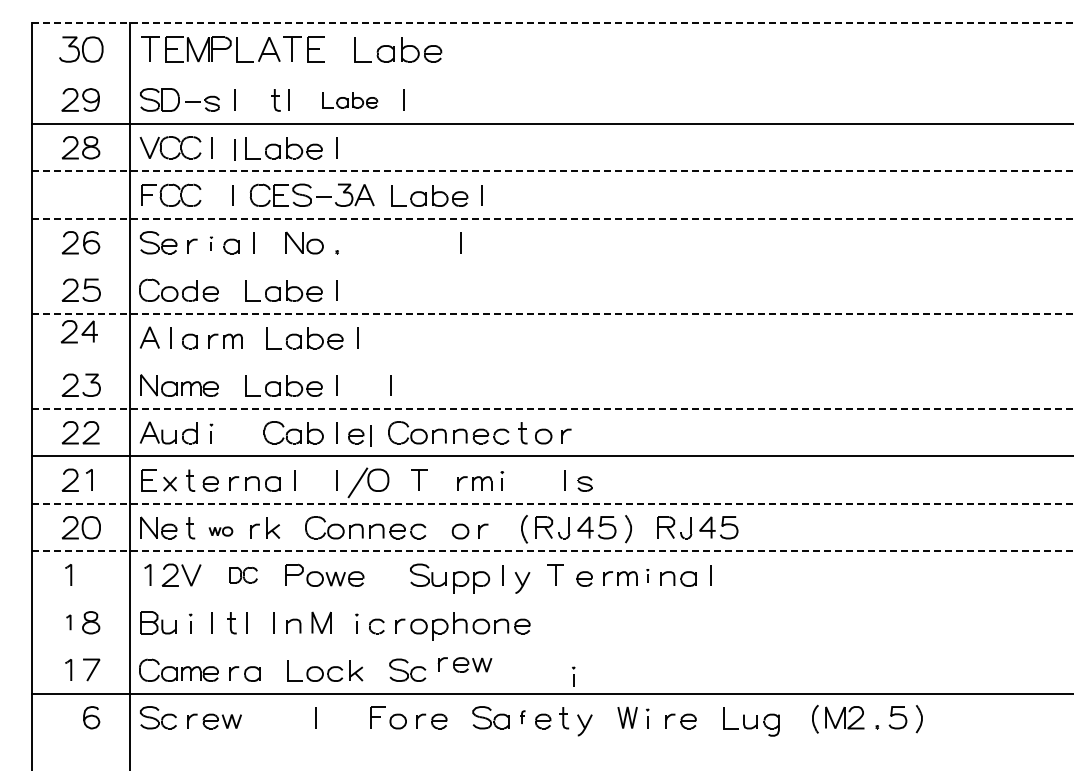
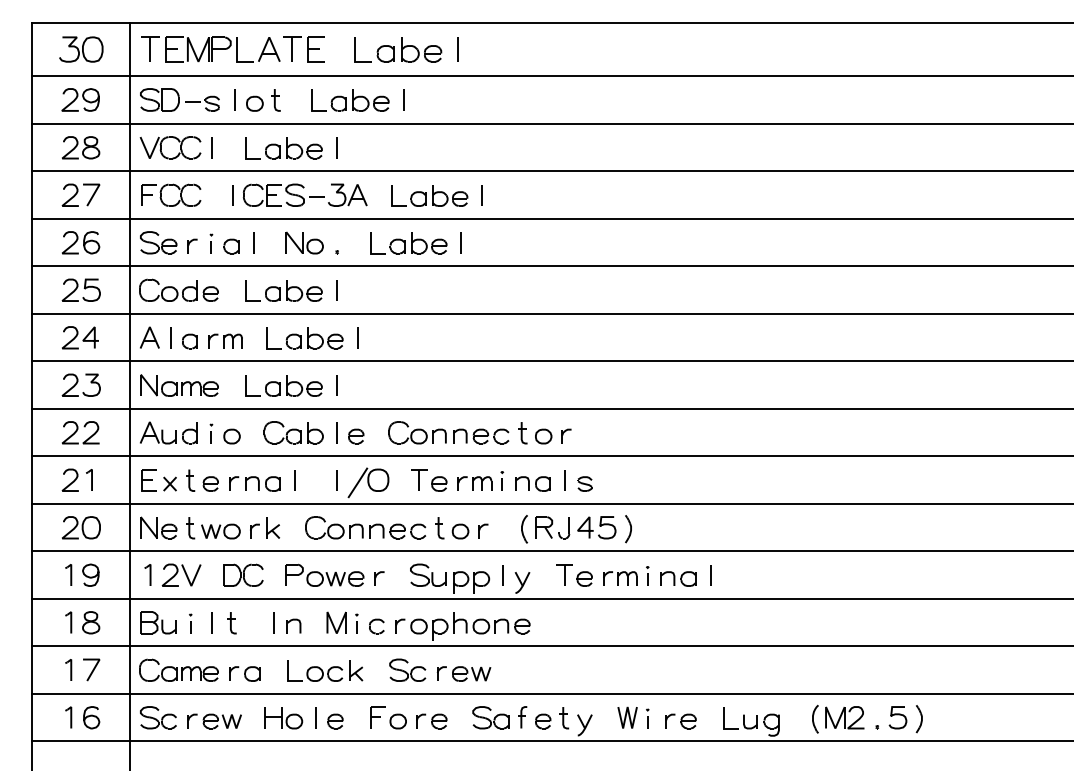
line at (552, 23): dashed -> solid
line at (457, 49): none -> present
line at (551, 75): none -> present
line at (288, 99): present -> none
part at (350, 100) size: 57x17 px -> 79x23 px
part at (254, 103): none -> present
line at (234, 149): present -> none
line at (552, 171): dashed -> solid
part at (80, 194): none -> present
part at (311, 194) position: (311, 194) -> (304, 194)
line at (552, 218): dashed -> solid
part at (210, 243) size: 4x15 px -> 5x21 px
part at (408, 243): none -> present
line at (551, 266): none -> present
line at (552, 313): dashed -> solid
part at (79, 331) position: (79, 331) -> (80, 337)
line at (551, 361): none -> present
line at (390, 385): present -> none
line at (552, 408): dashed -> solid
line at (370, 435): present -> none
part at (231, 436): none -> present
part at (439, 483): none -> present
part at (532, 483): none -> present
line at (552, 503): dashed -> solid
part at (697, 527): present -> none
part at (439, 528): none -> present
part at (220, 531) size: 26x11 px -> 40x17 px
line at (552, 551): dashed -> solid
part at (243, 574) size: 29x18 px -> 41x24 px
part at (555, 574) position: (555, 574) -> (564, 574)
part at (647, 575) size: 4x14 px -> 4x20 px
curve at (90, 576): none -> present
part at (379, 578): none -> present
line at (551, 598): none -> present
part at (68, 622) size: 6x17 px -> 8x23 px
line at (246, 622): present -> none
part at (321, 622) position: (321, 622) -> (336, 622)
line at (551, 646): none -> present
part at (464, 664) position: (464, 664) -> (463, 673)
part at (573, 676): present -> none
part at (522, 716) size: 6x14 px -> 10x23 px
part at (68, 717): none -> present
part at (283, 718): none -> present
part at (335, 721): none -> present
line at (551, 741): none -> present
